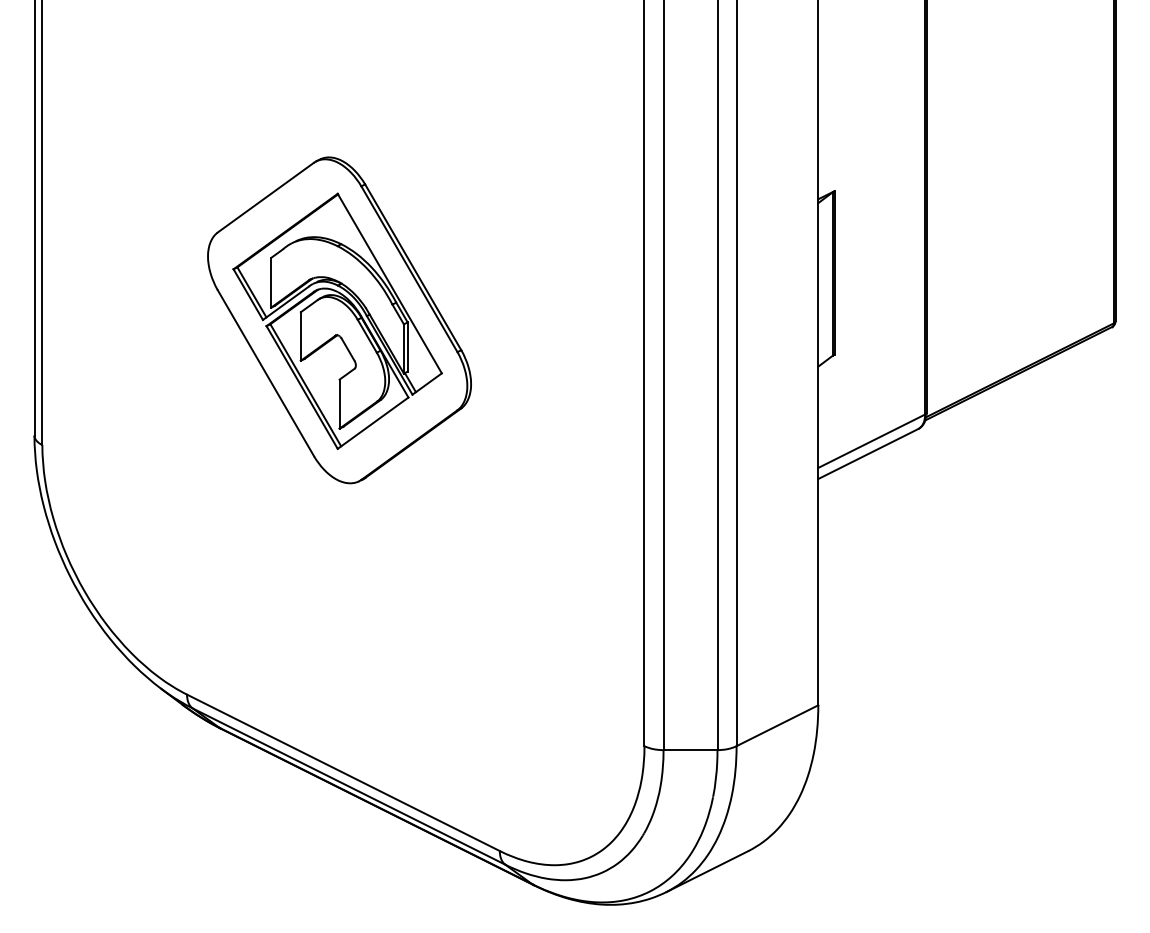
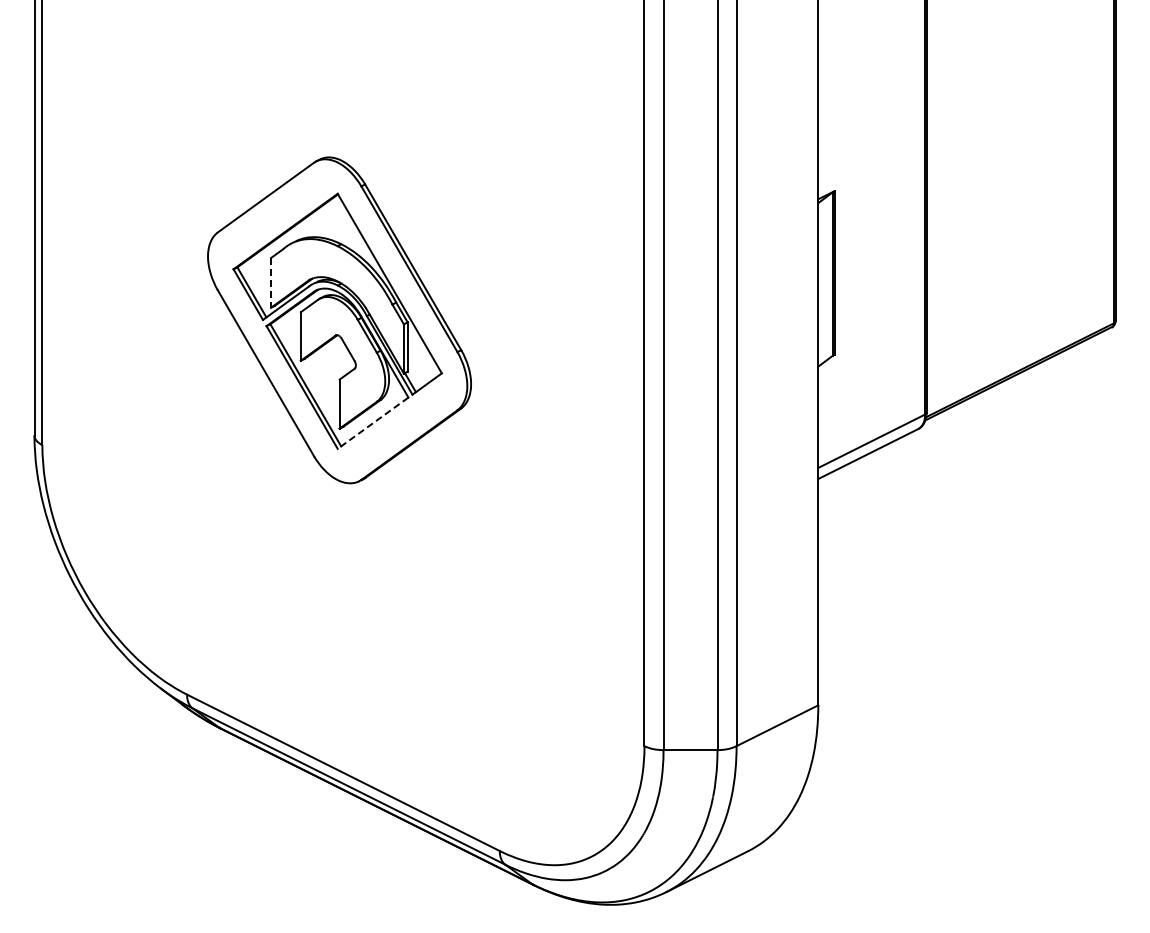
line at (271, 282): solid -> dashed
line at (373, 423): solid -> dashed
